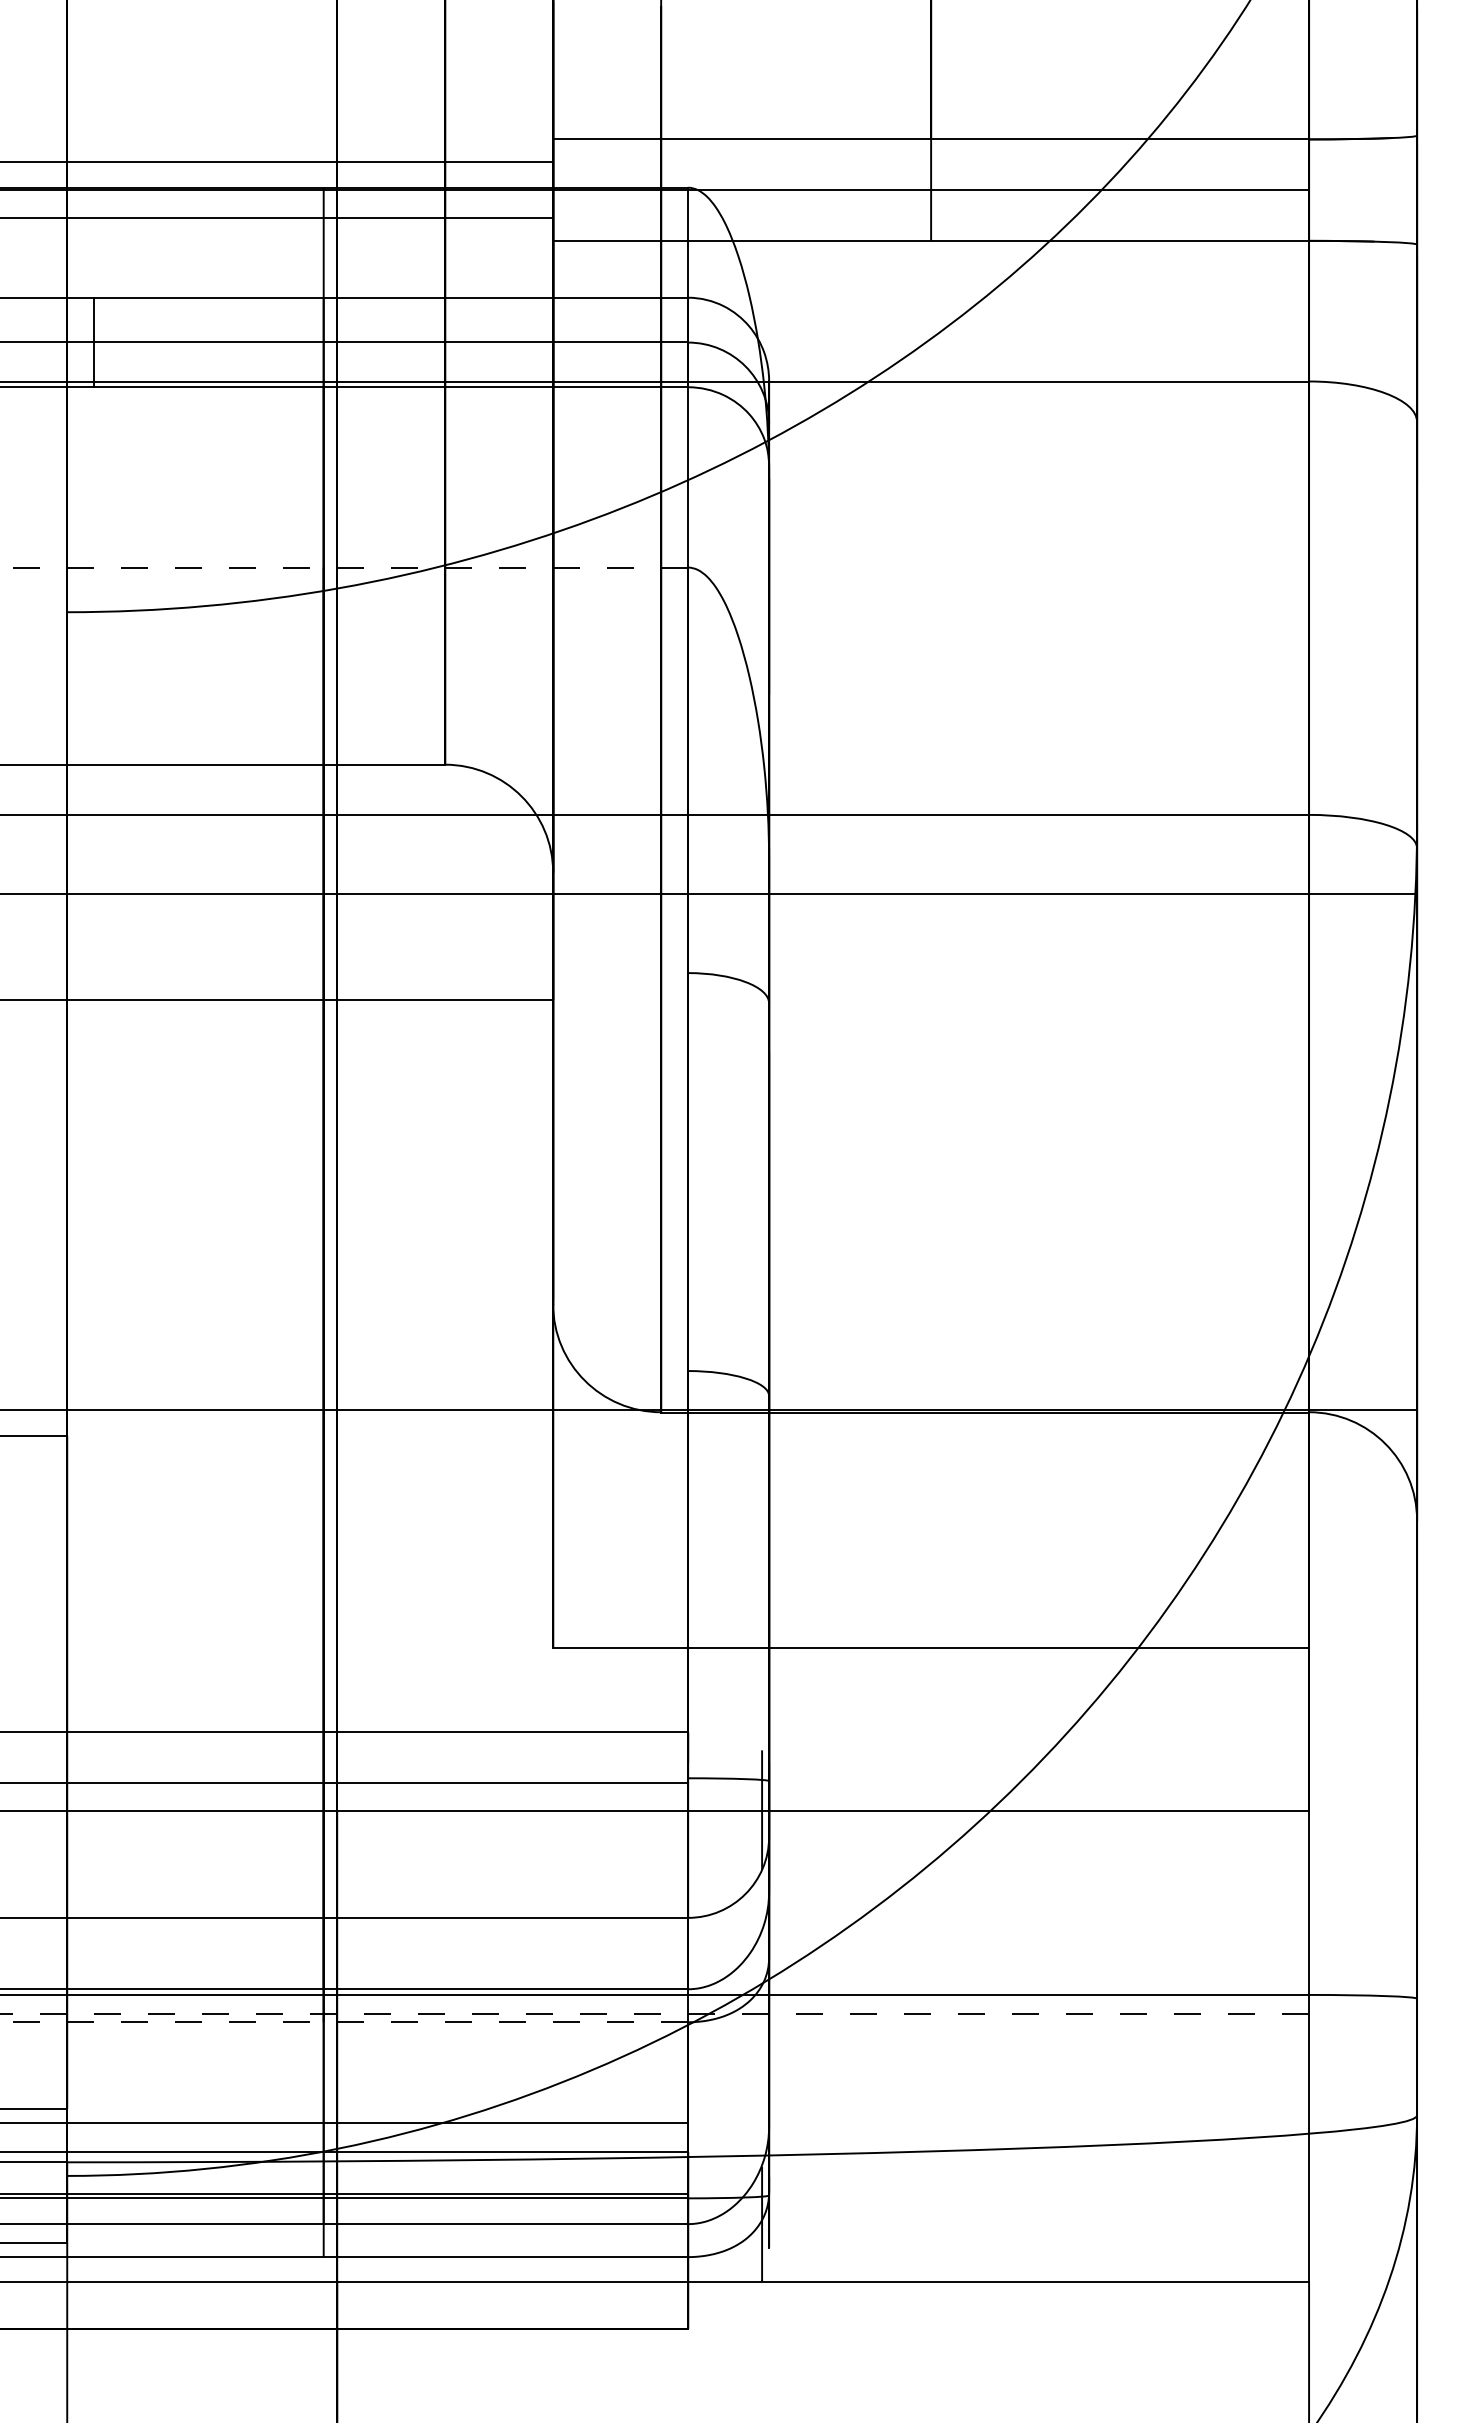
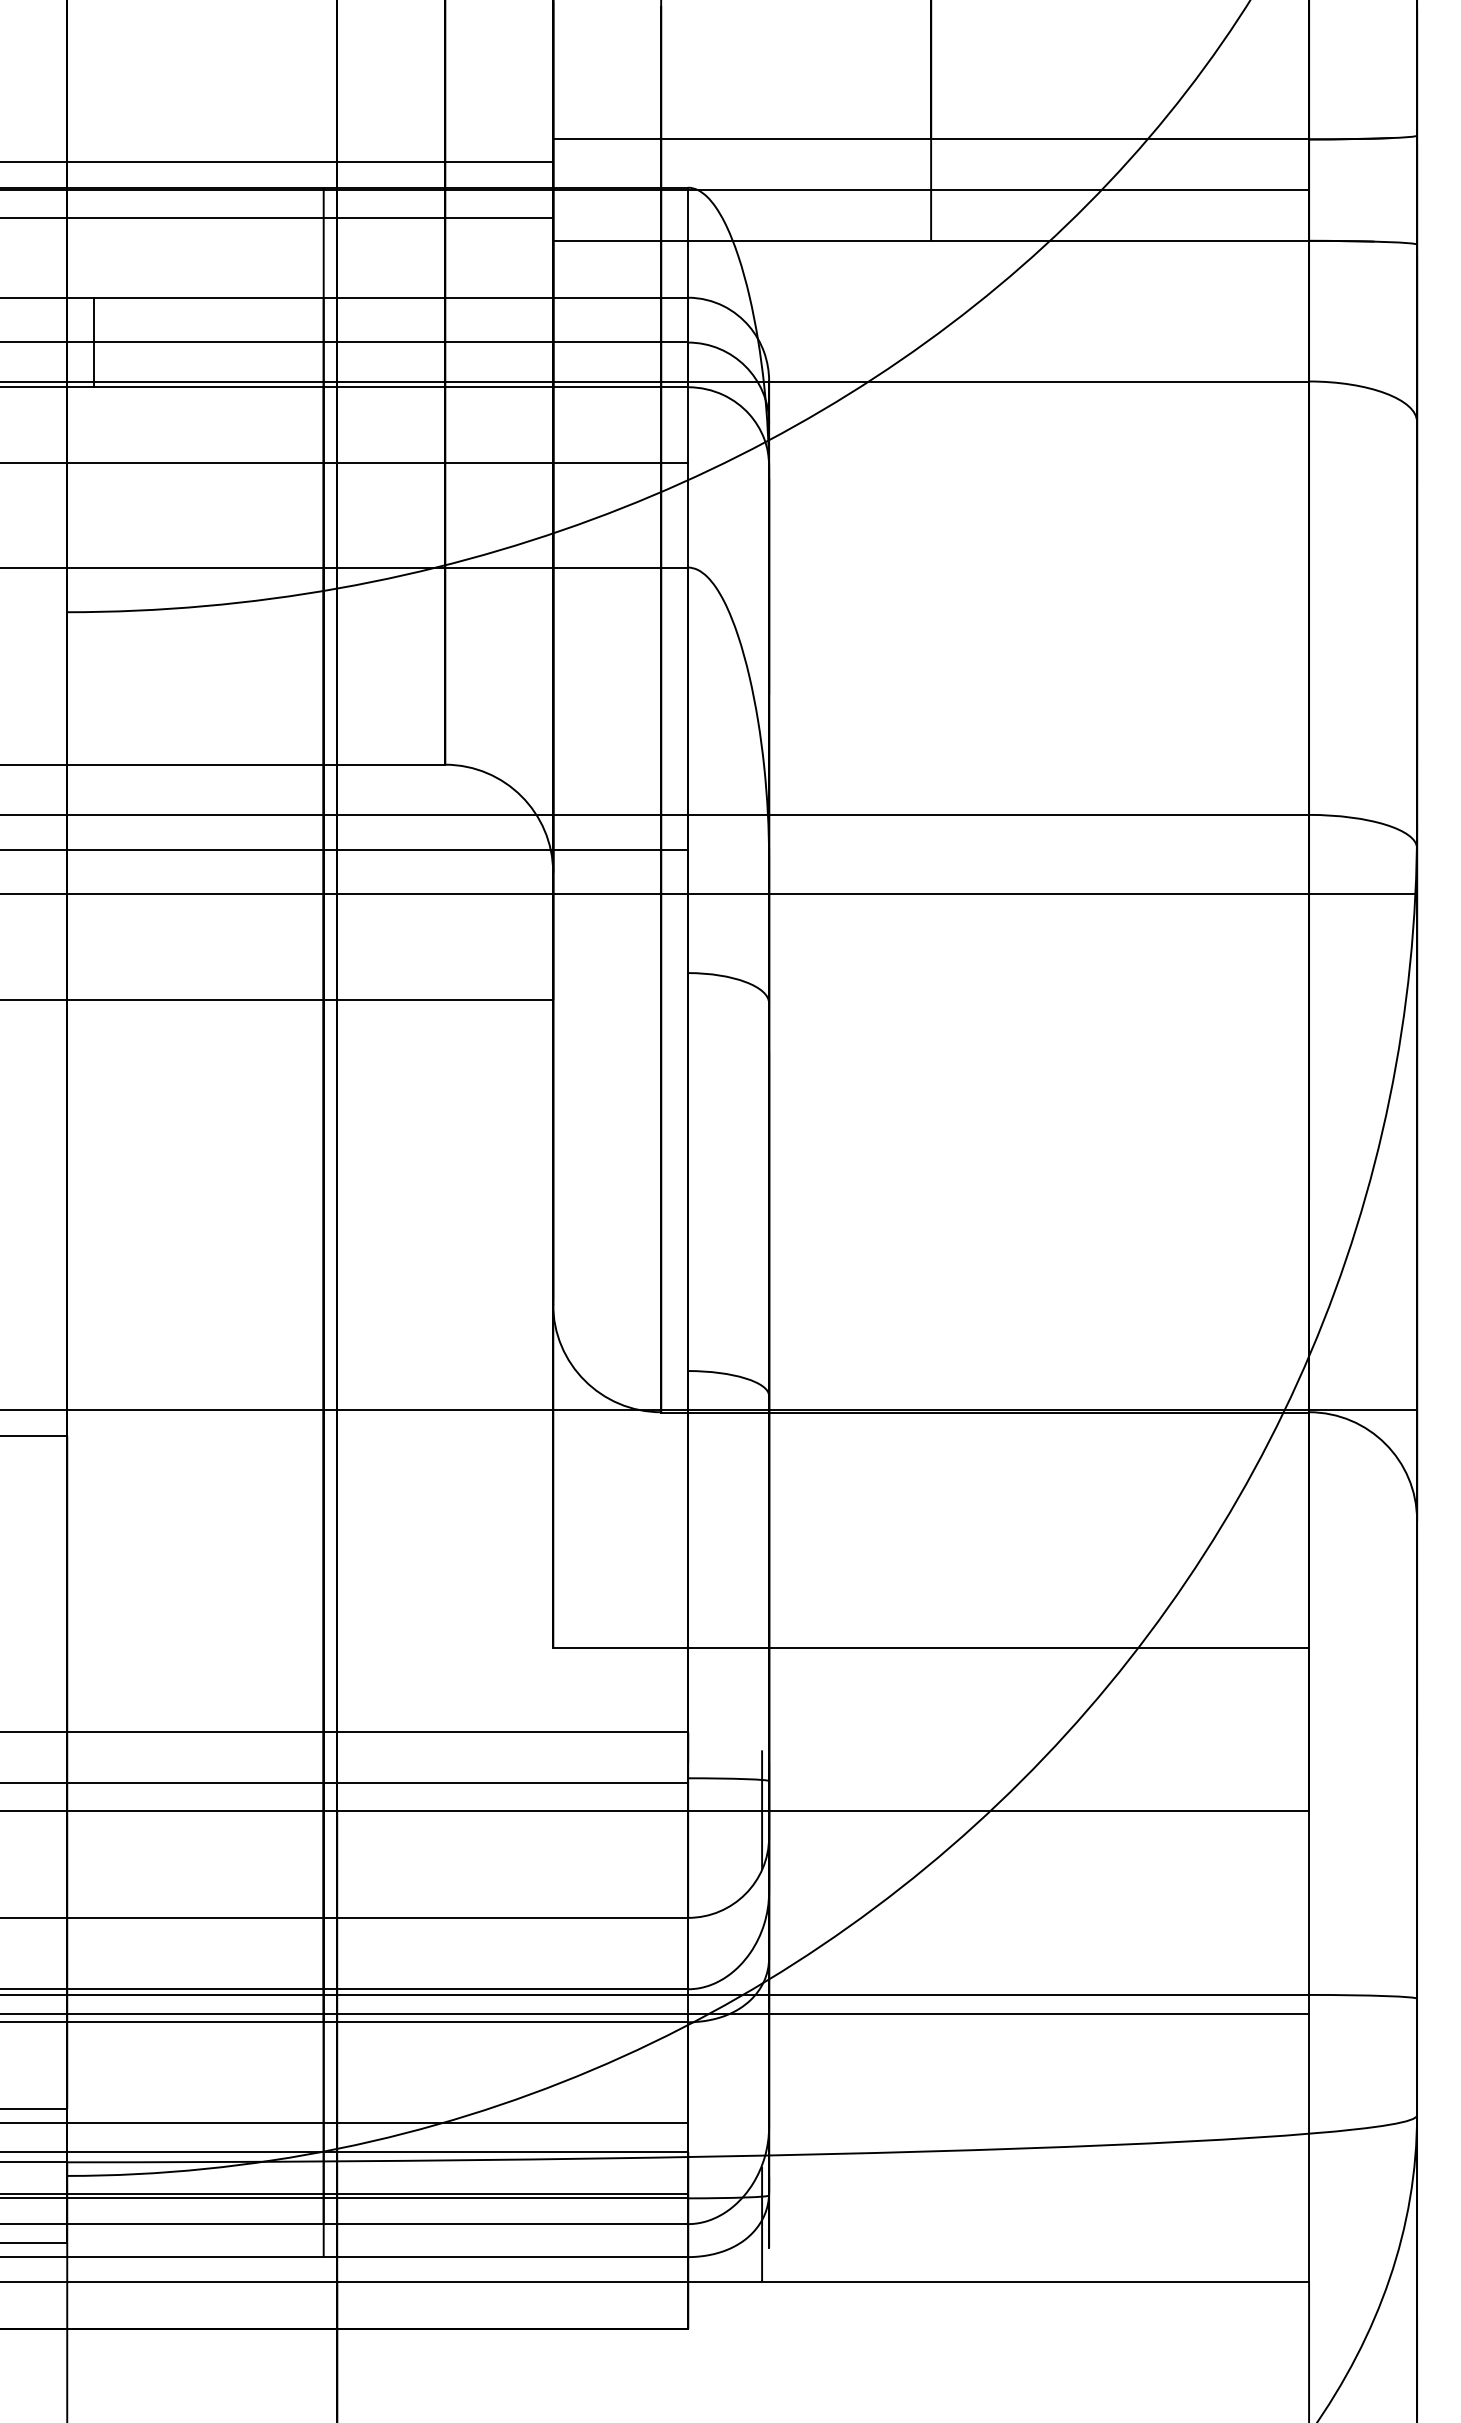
line at (345, 463): none -> present
line at (344, 567): dashed -> solid
line at (345, 850): none -> present
line at (654, 2013): dashed -> solid
line at (344, 2022): dashed -> solid
